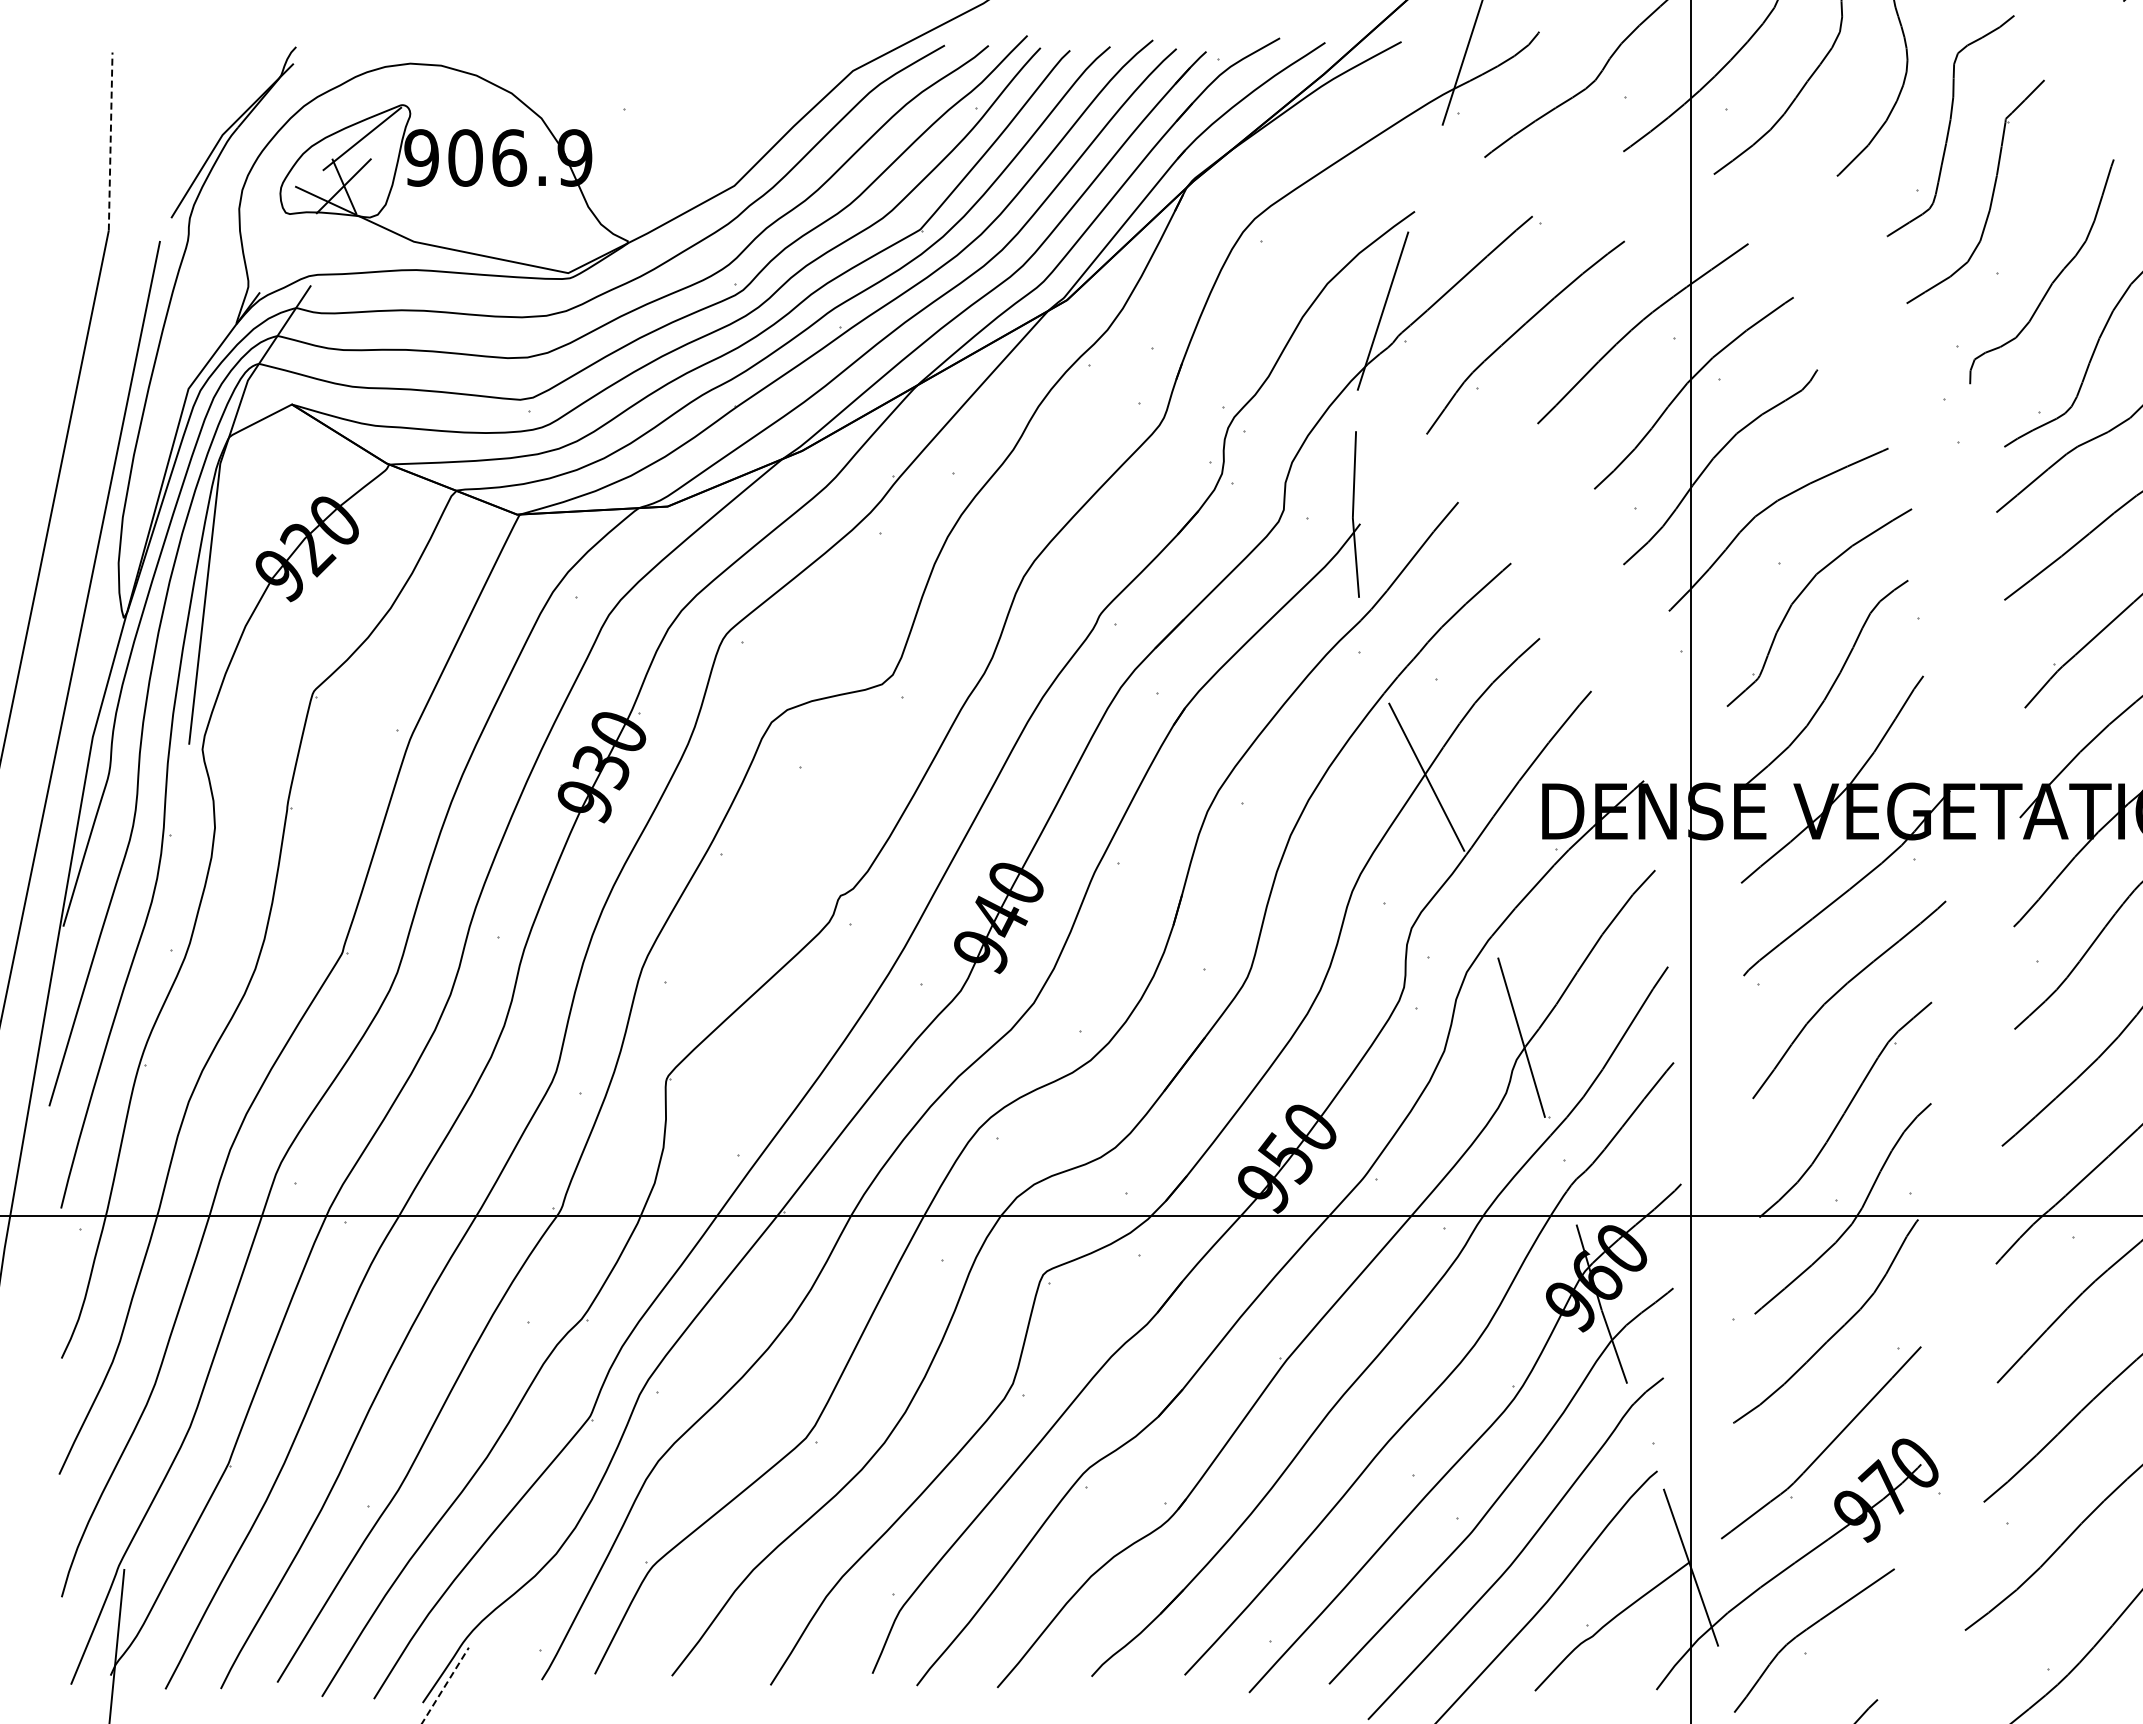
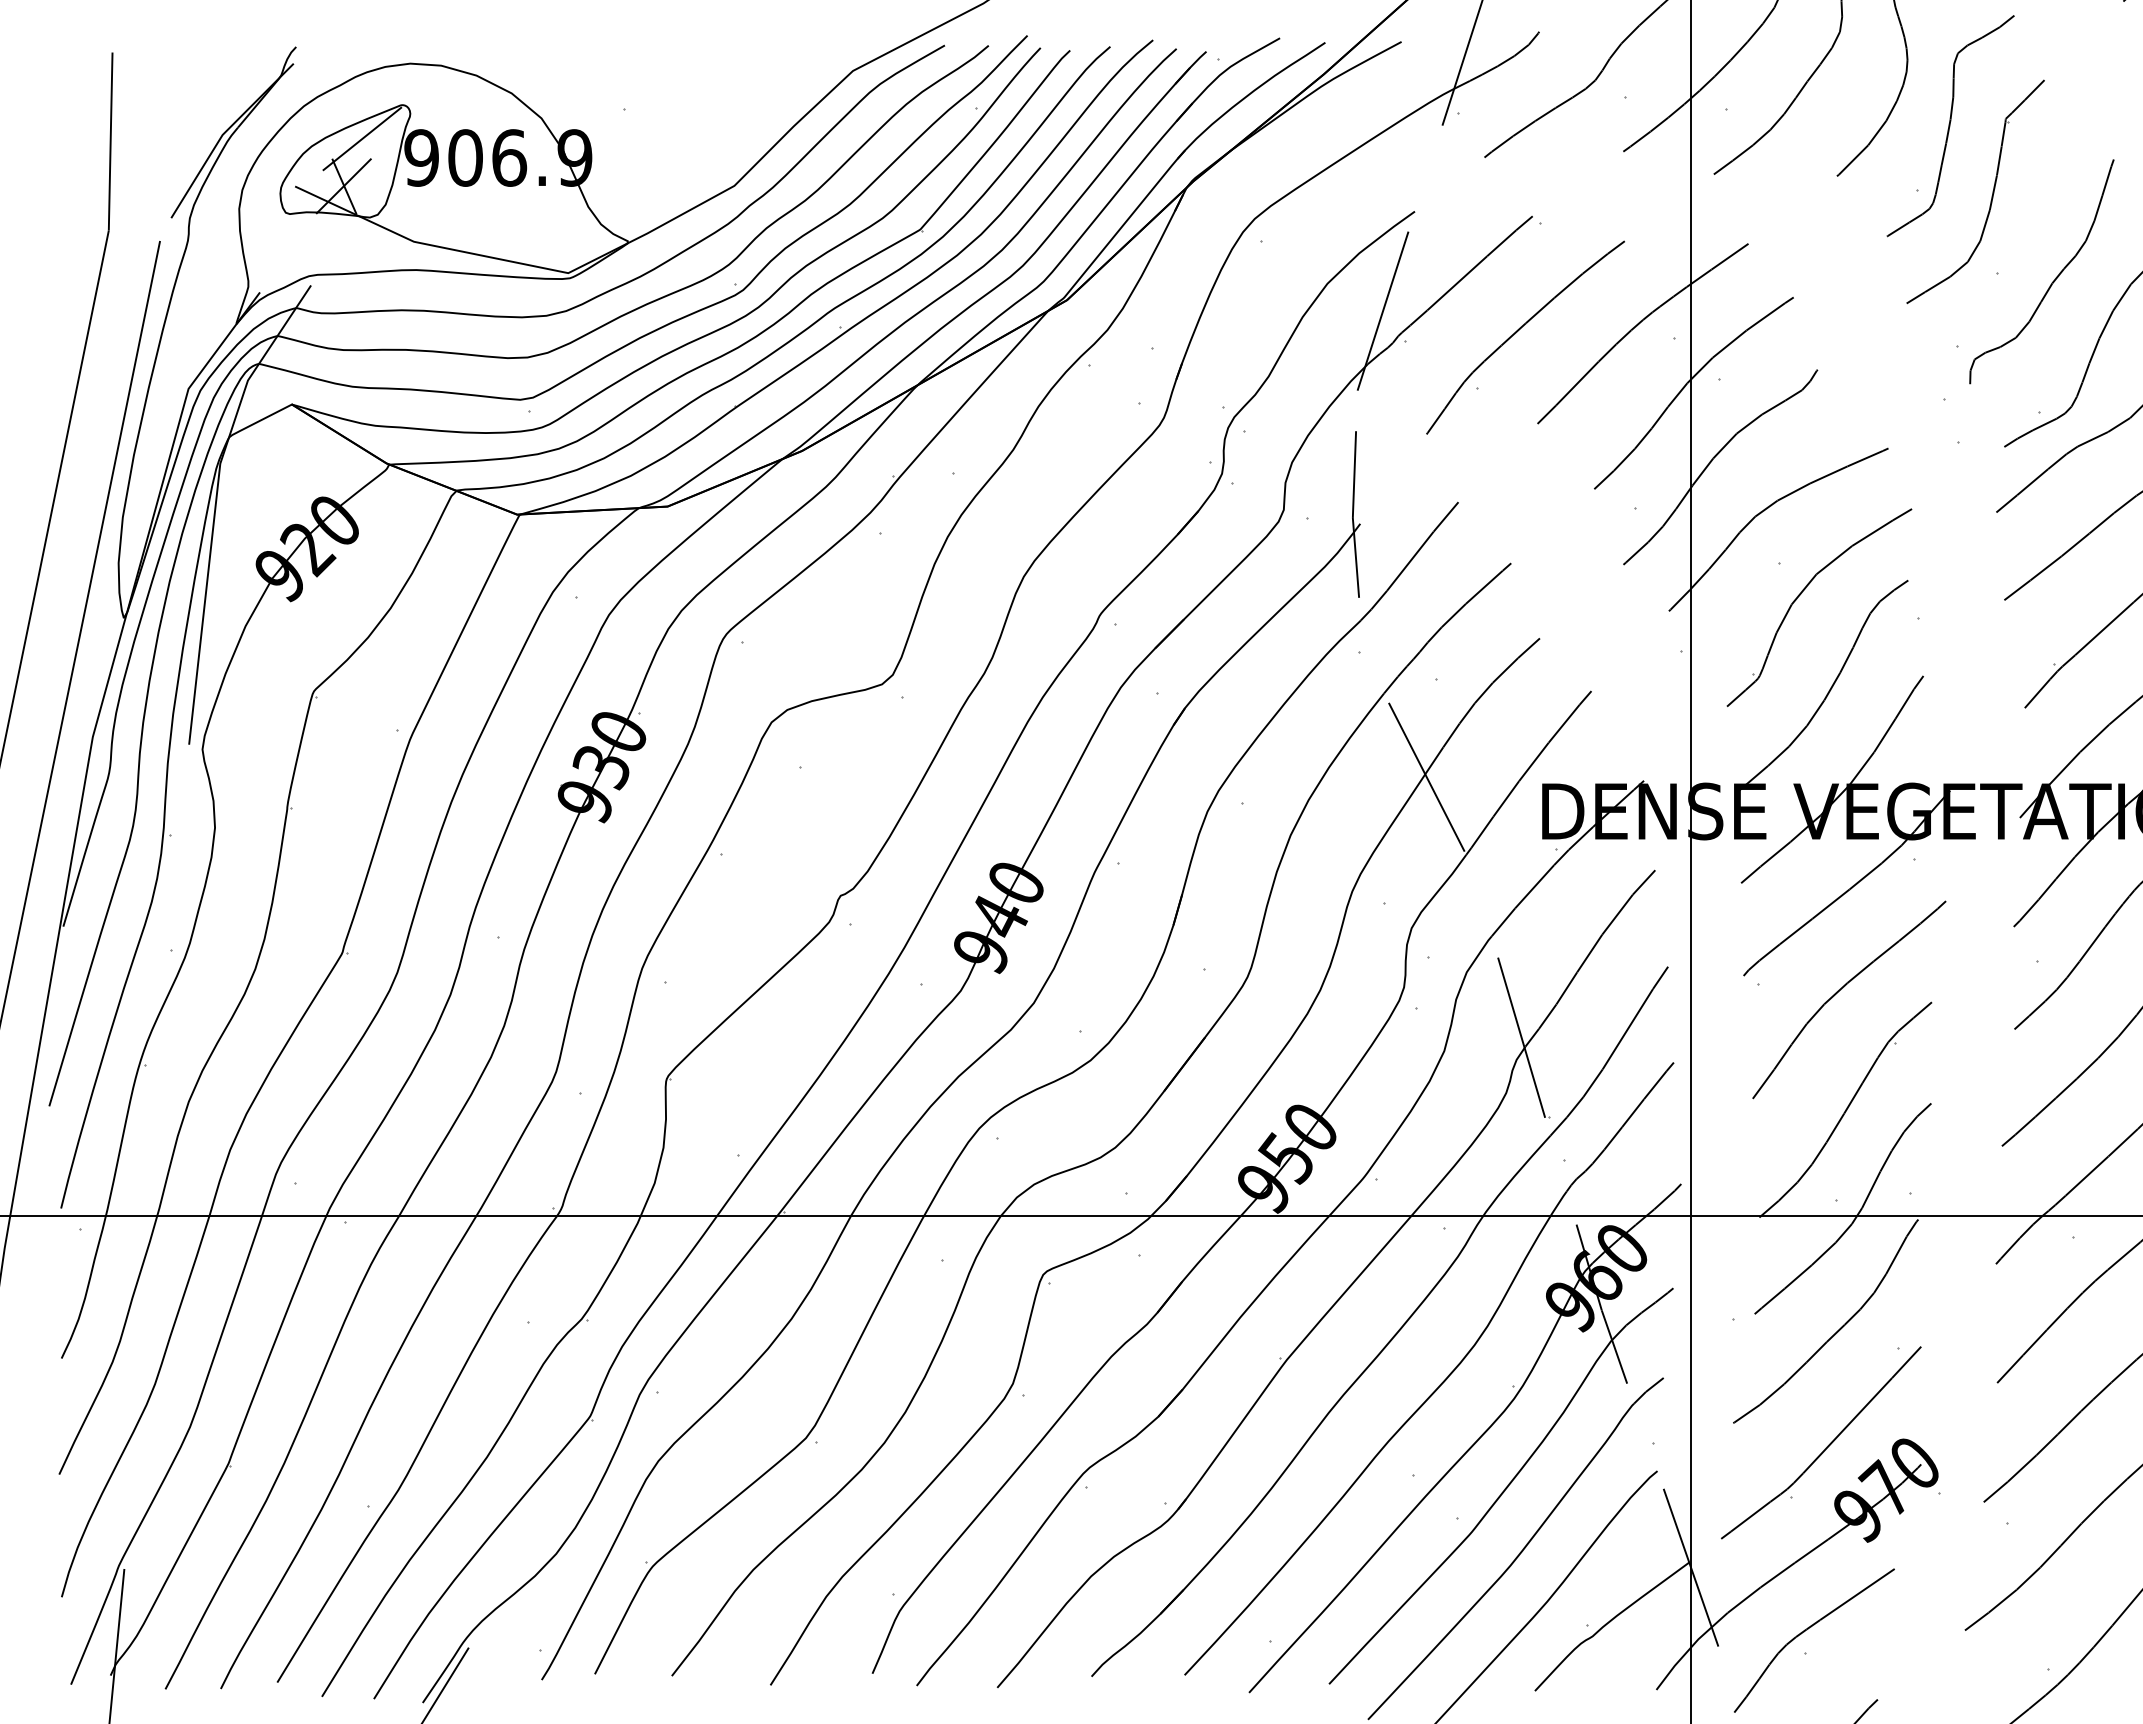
line at (110, 141): dashed -> solid
line at (445, 1685): dashed -> solid
